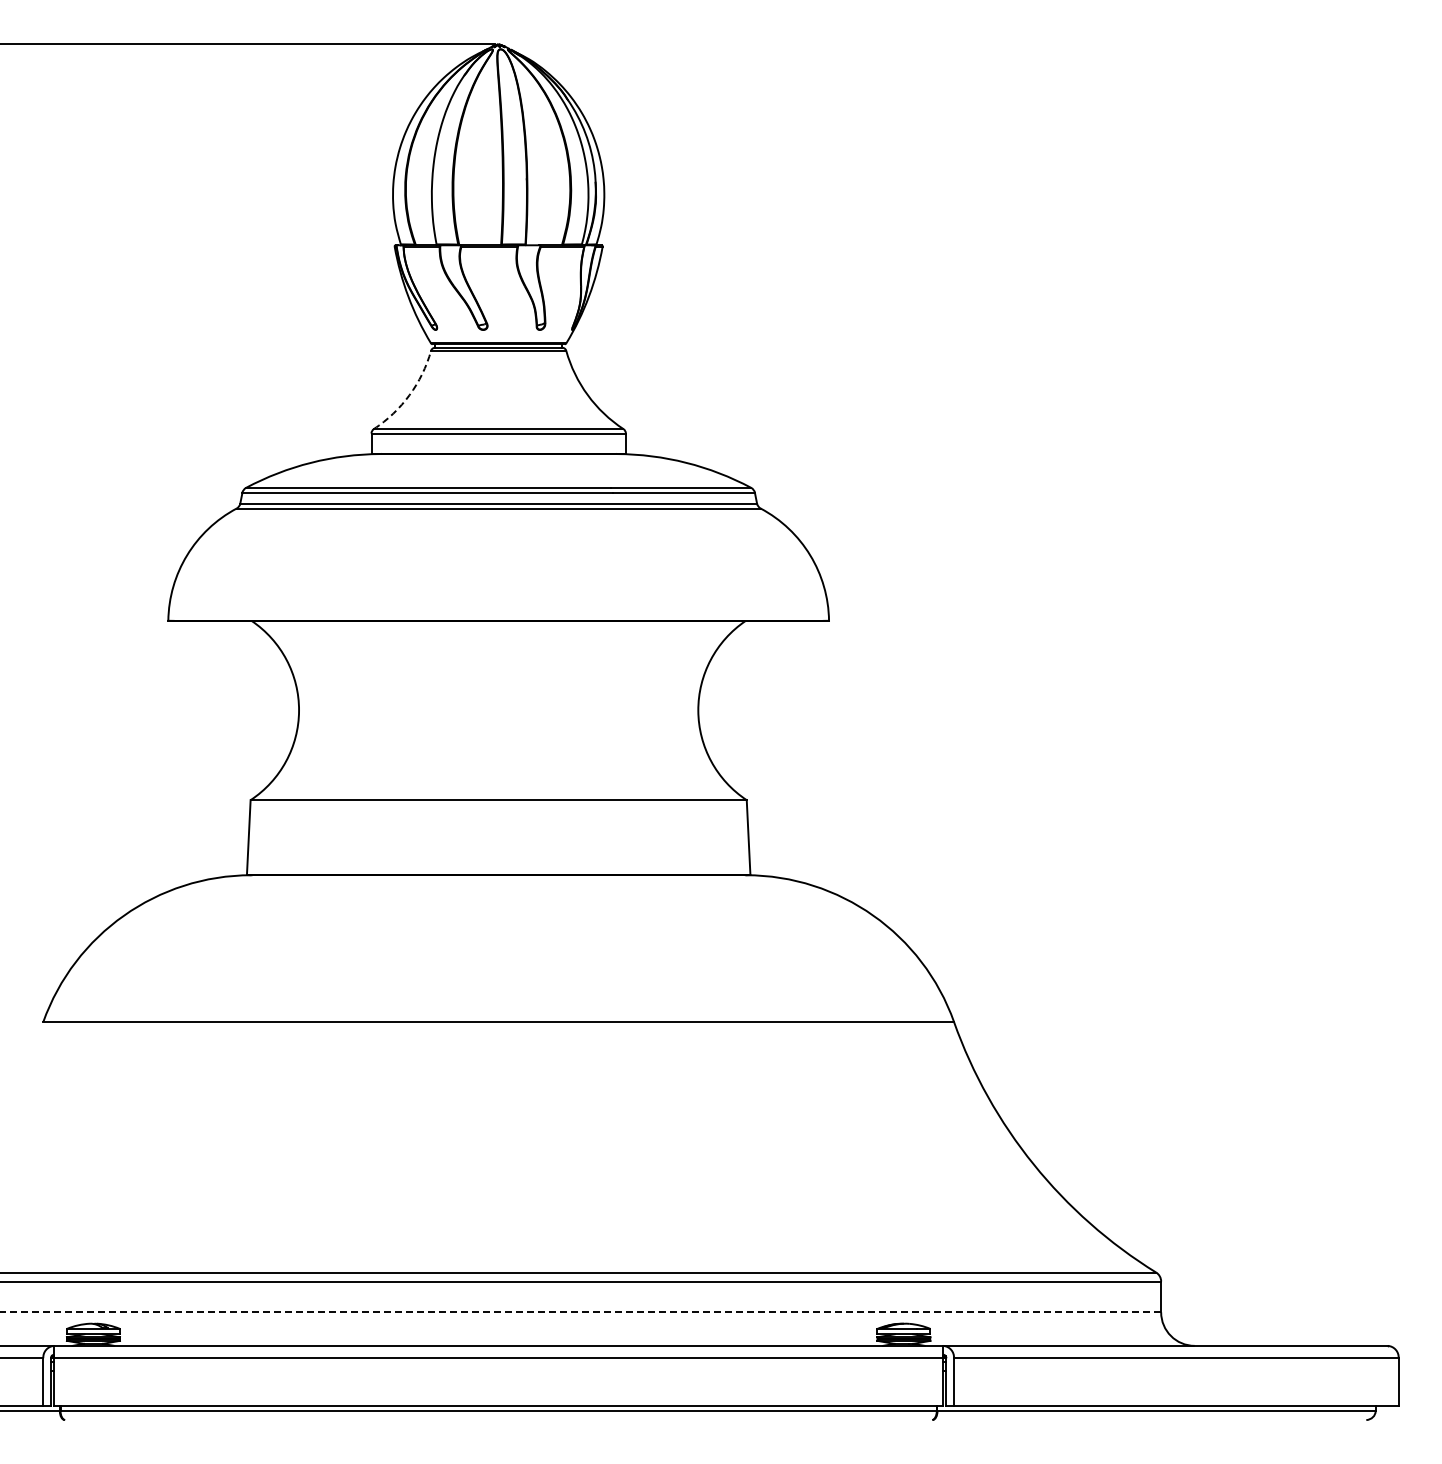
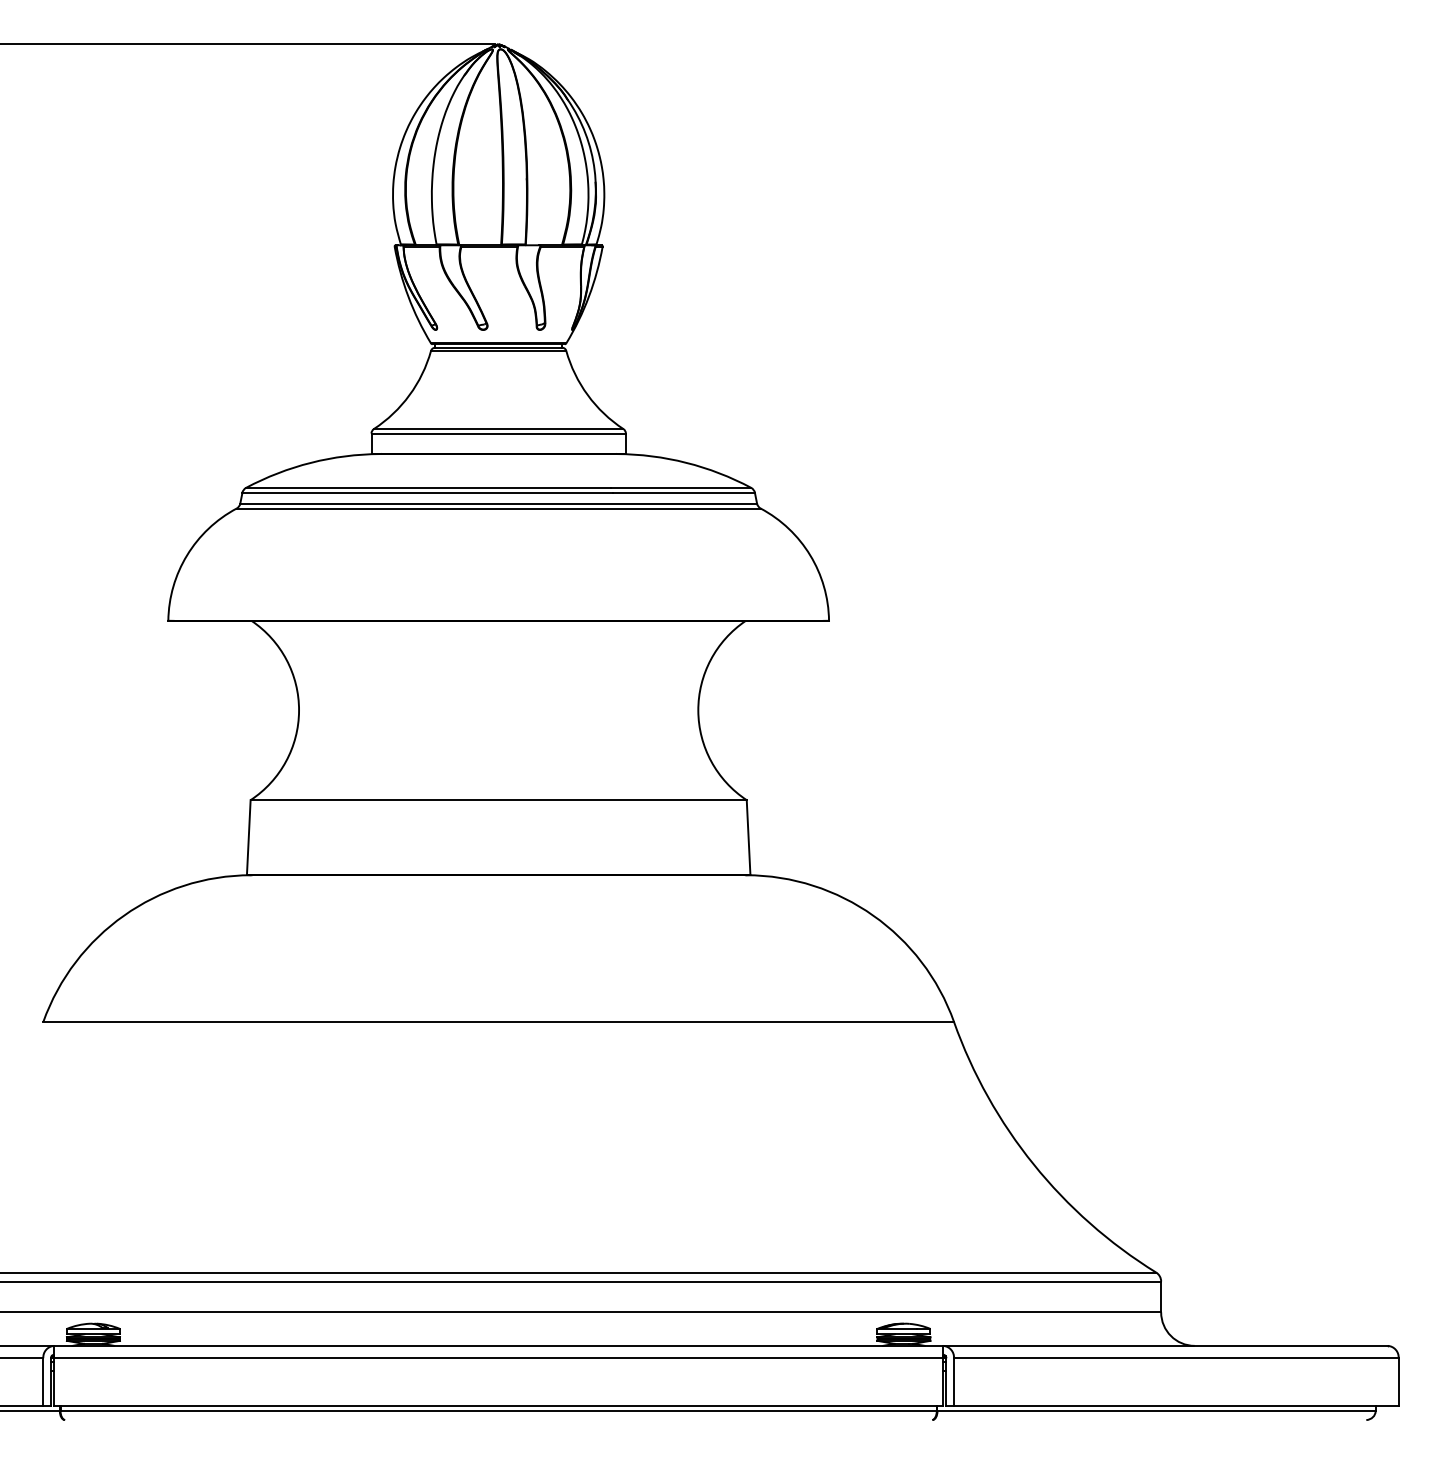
arc at (409, 395): dashed -> solid
line at (580, 1312): dashed -> solid
